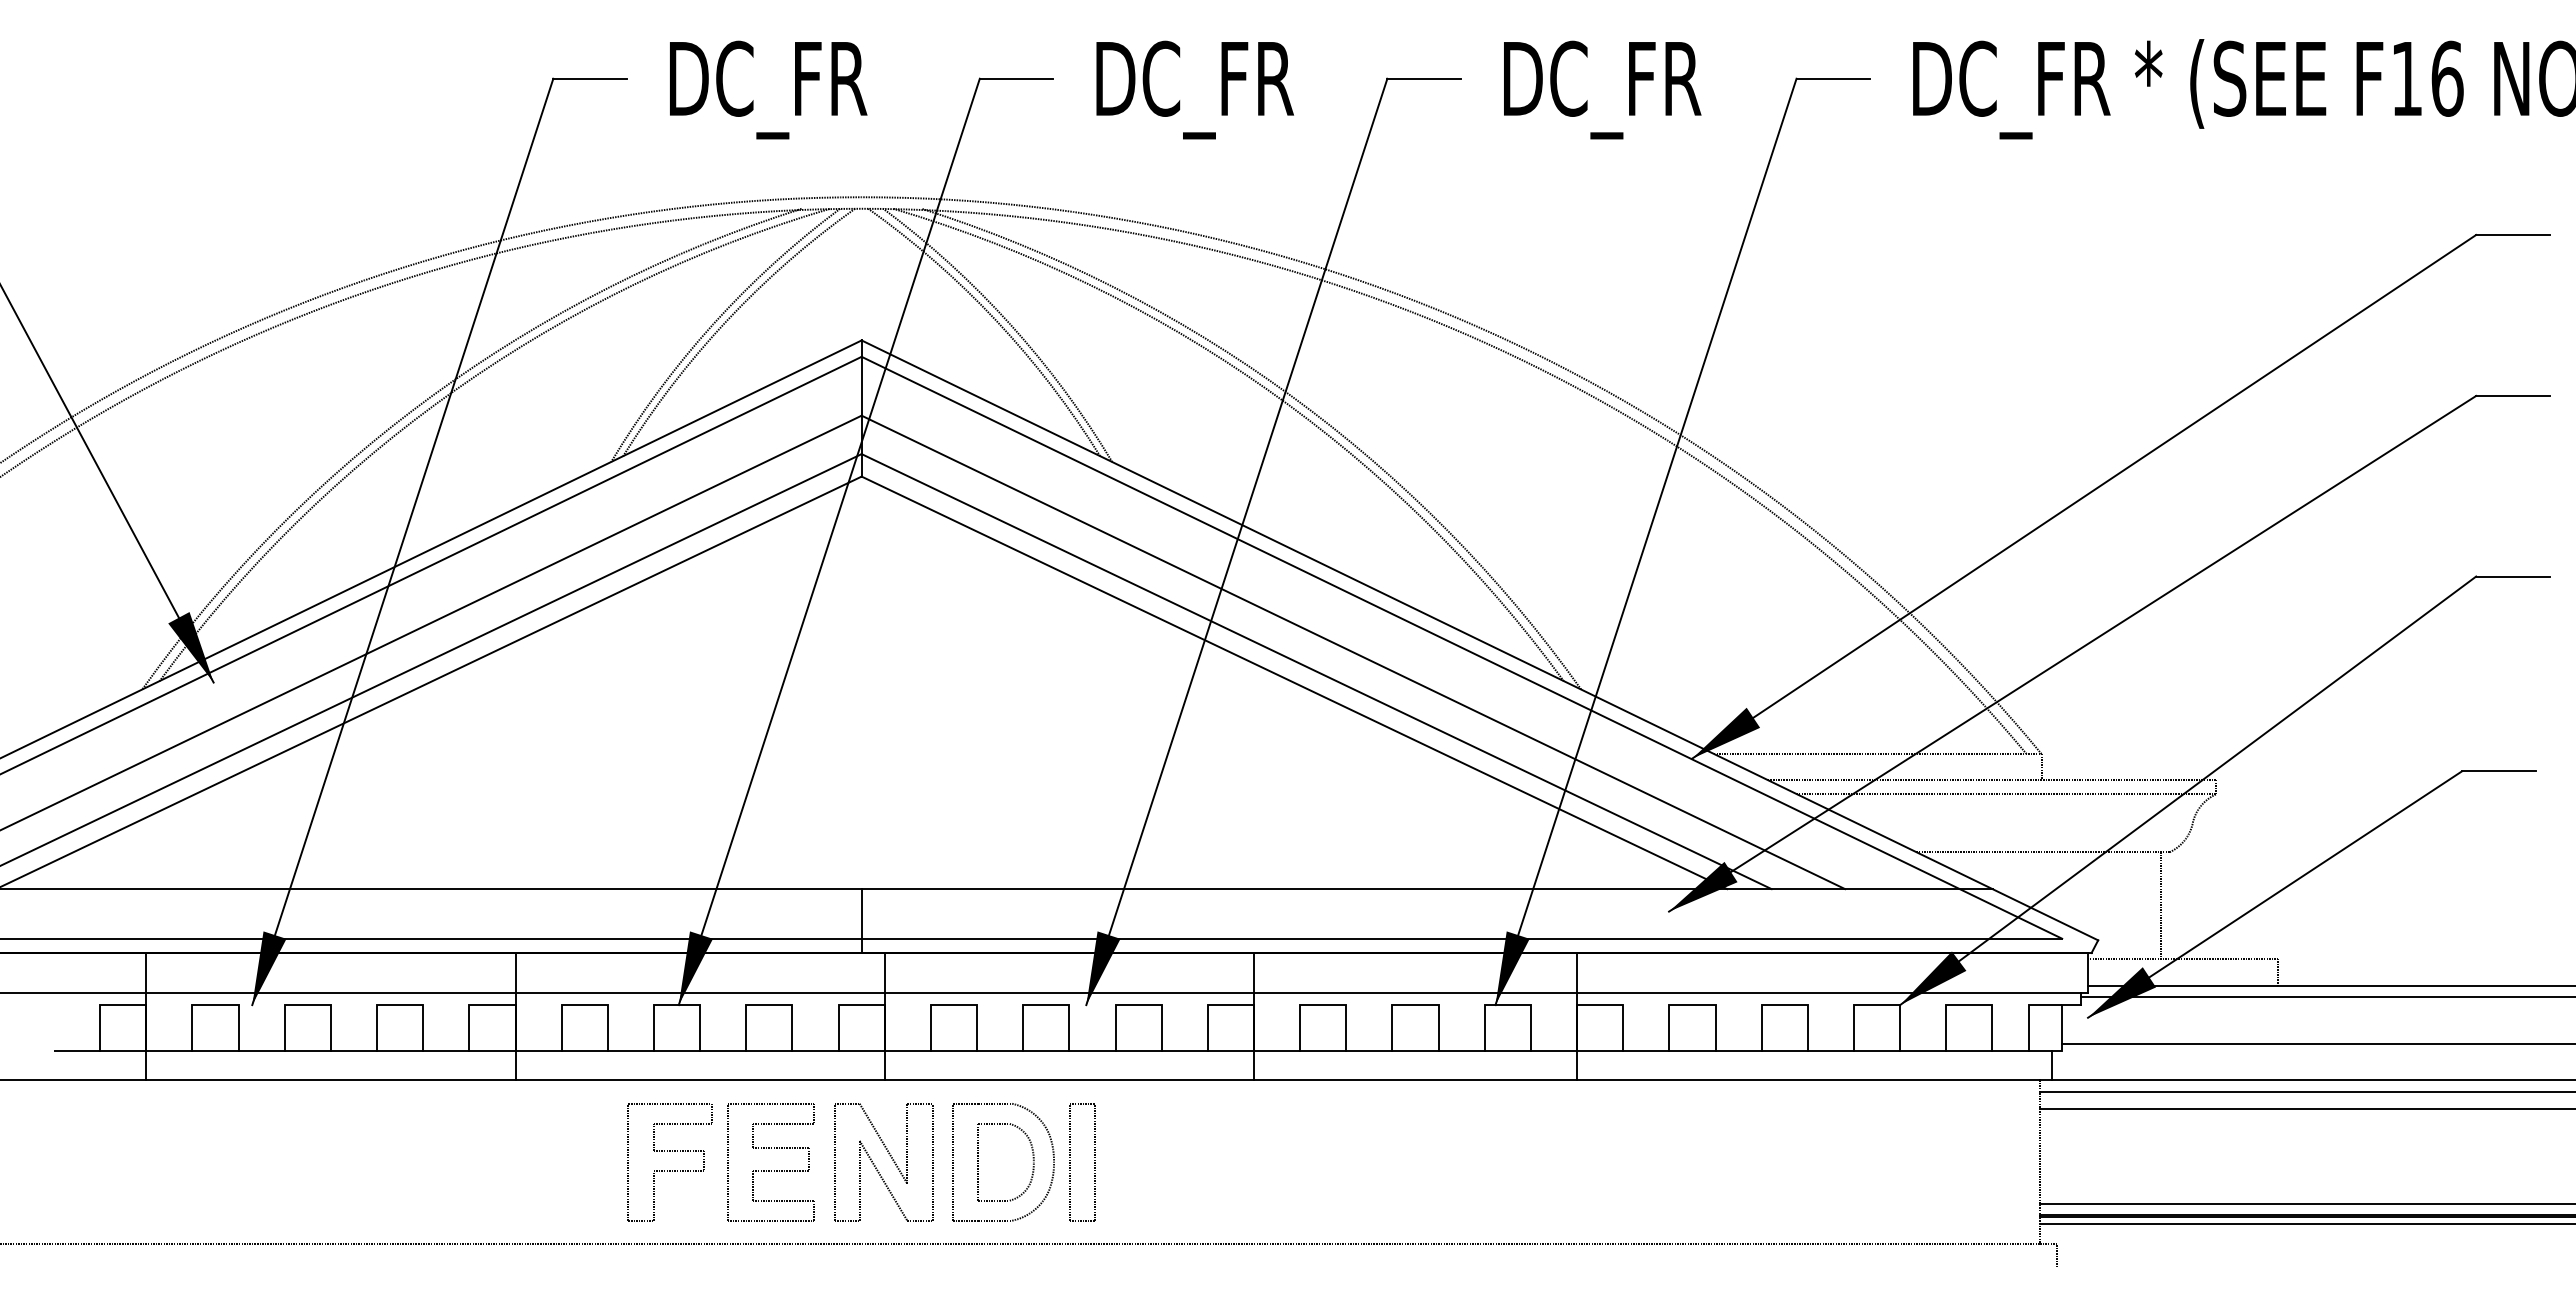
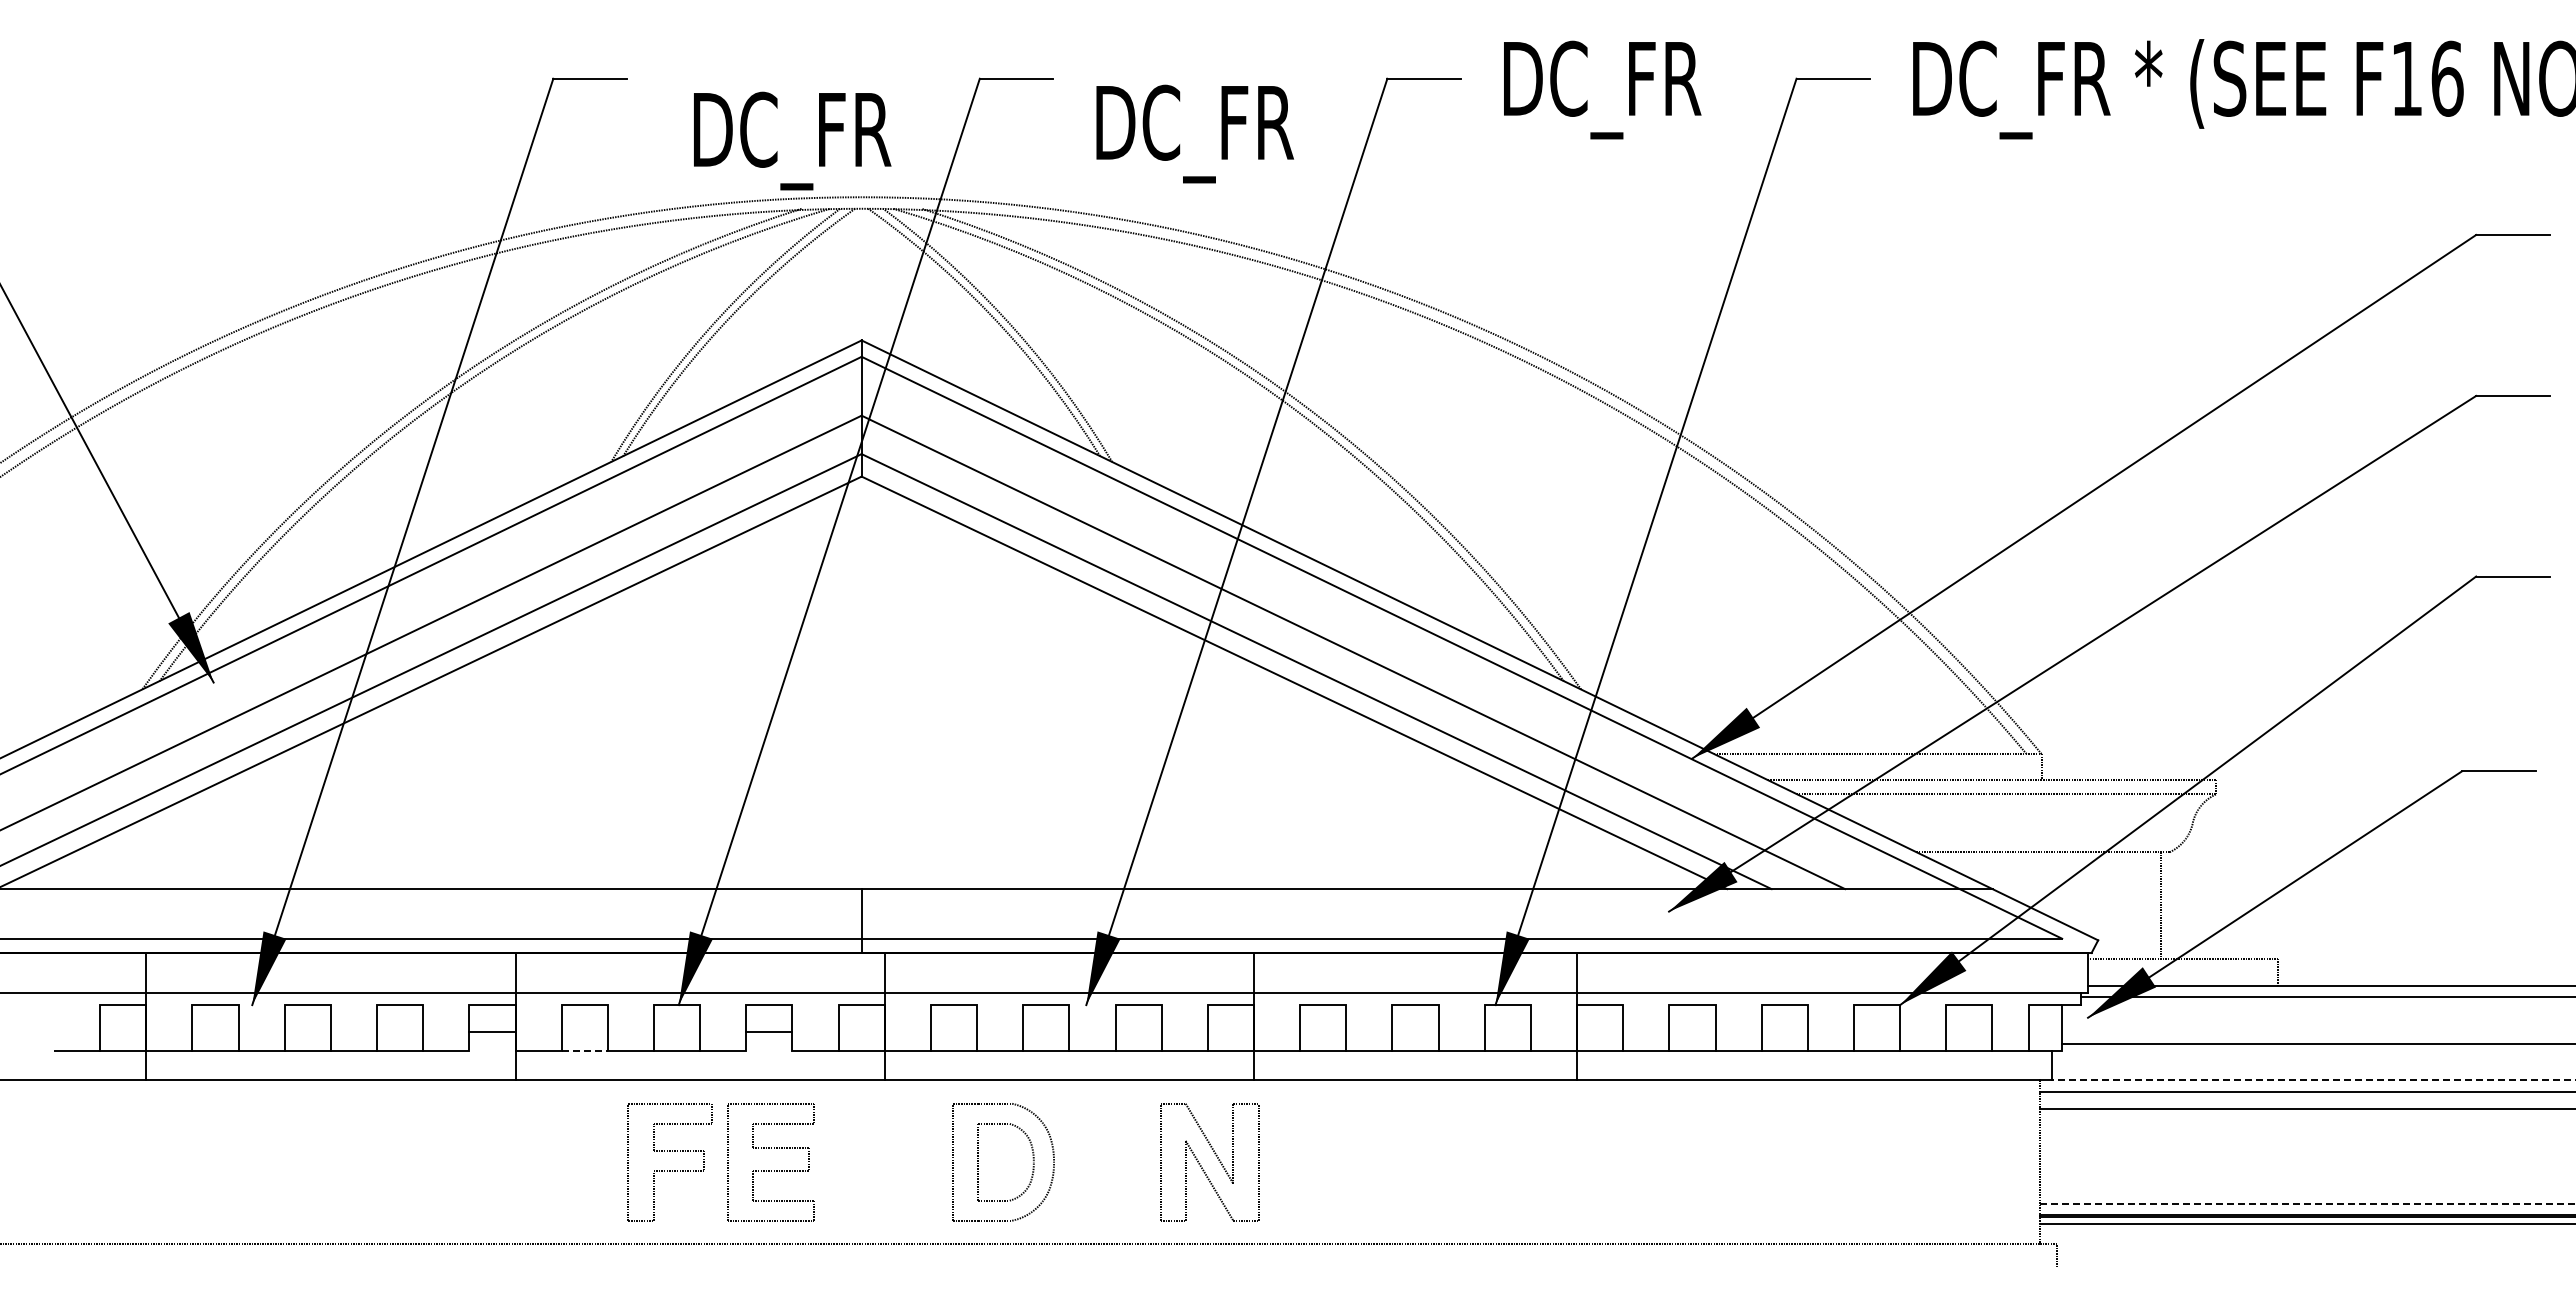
text at (768, 89) position: (768, 89) -> (792, 140)
text at (1194, 89) position: (1194, 89) -> (1194, 133)
line at (492, 1051) position: (492, 1051) -> (492, 1032)
line at (585, 1051): solid -> dashed
line at (769, 1051) position: (769, 1051) -> (769, 1032)
line at (2313, 1080): solid -> dashed
part at (1070, 1162): present -> none
part at (875, 1165) position: (875, 1165) -> (1201, 1165)
line at (2308, 1204): solid -> dashed
